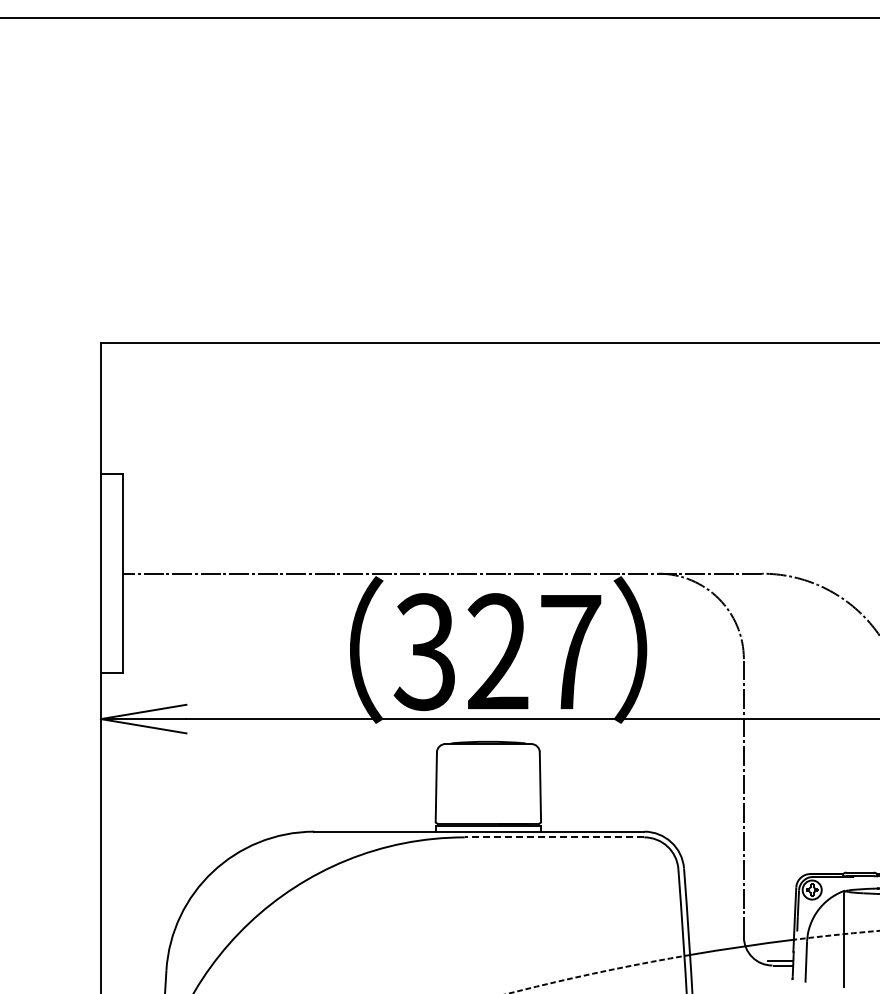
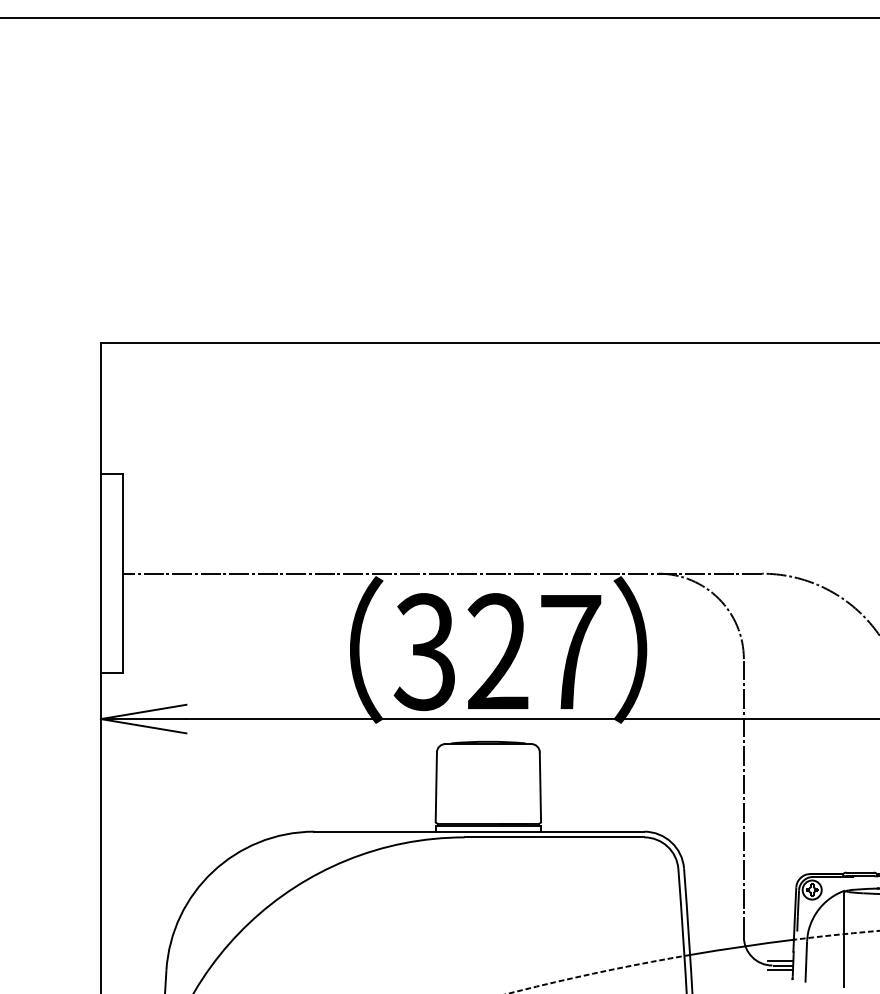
line at (554, 837): dashed -> solid
line at (780, 970): none -> present
